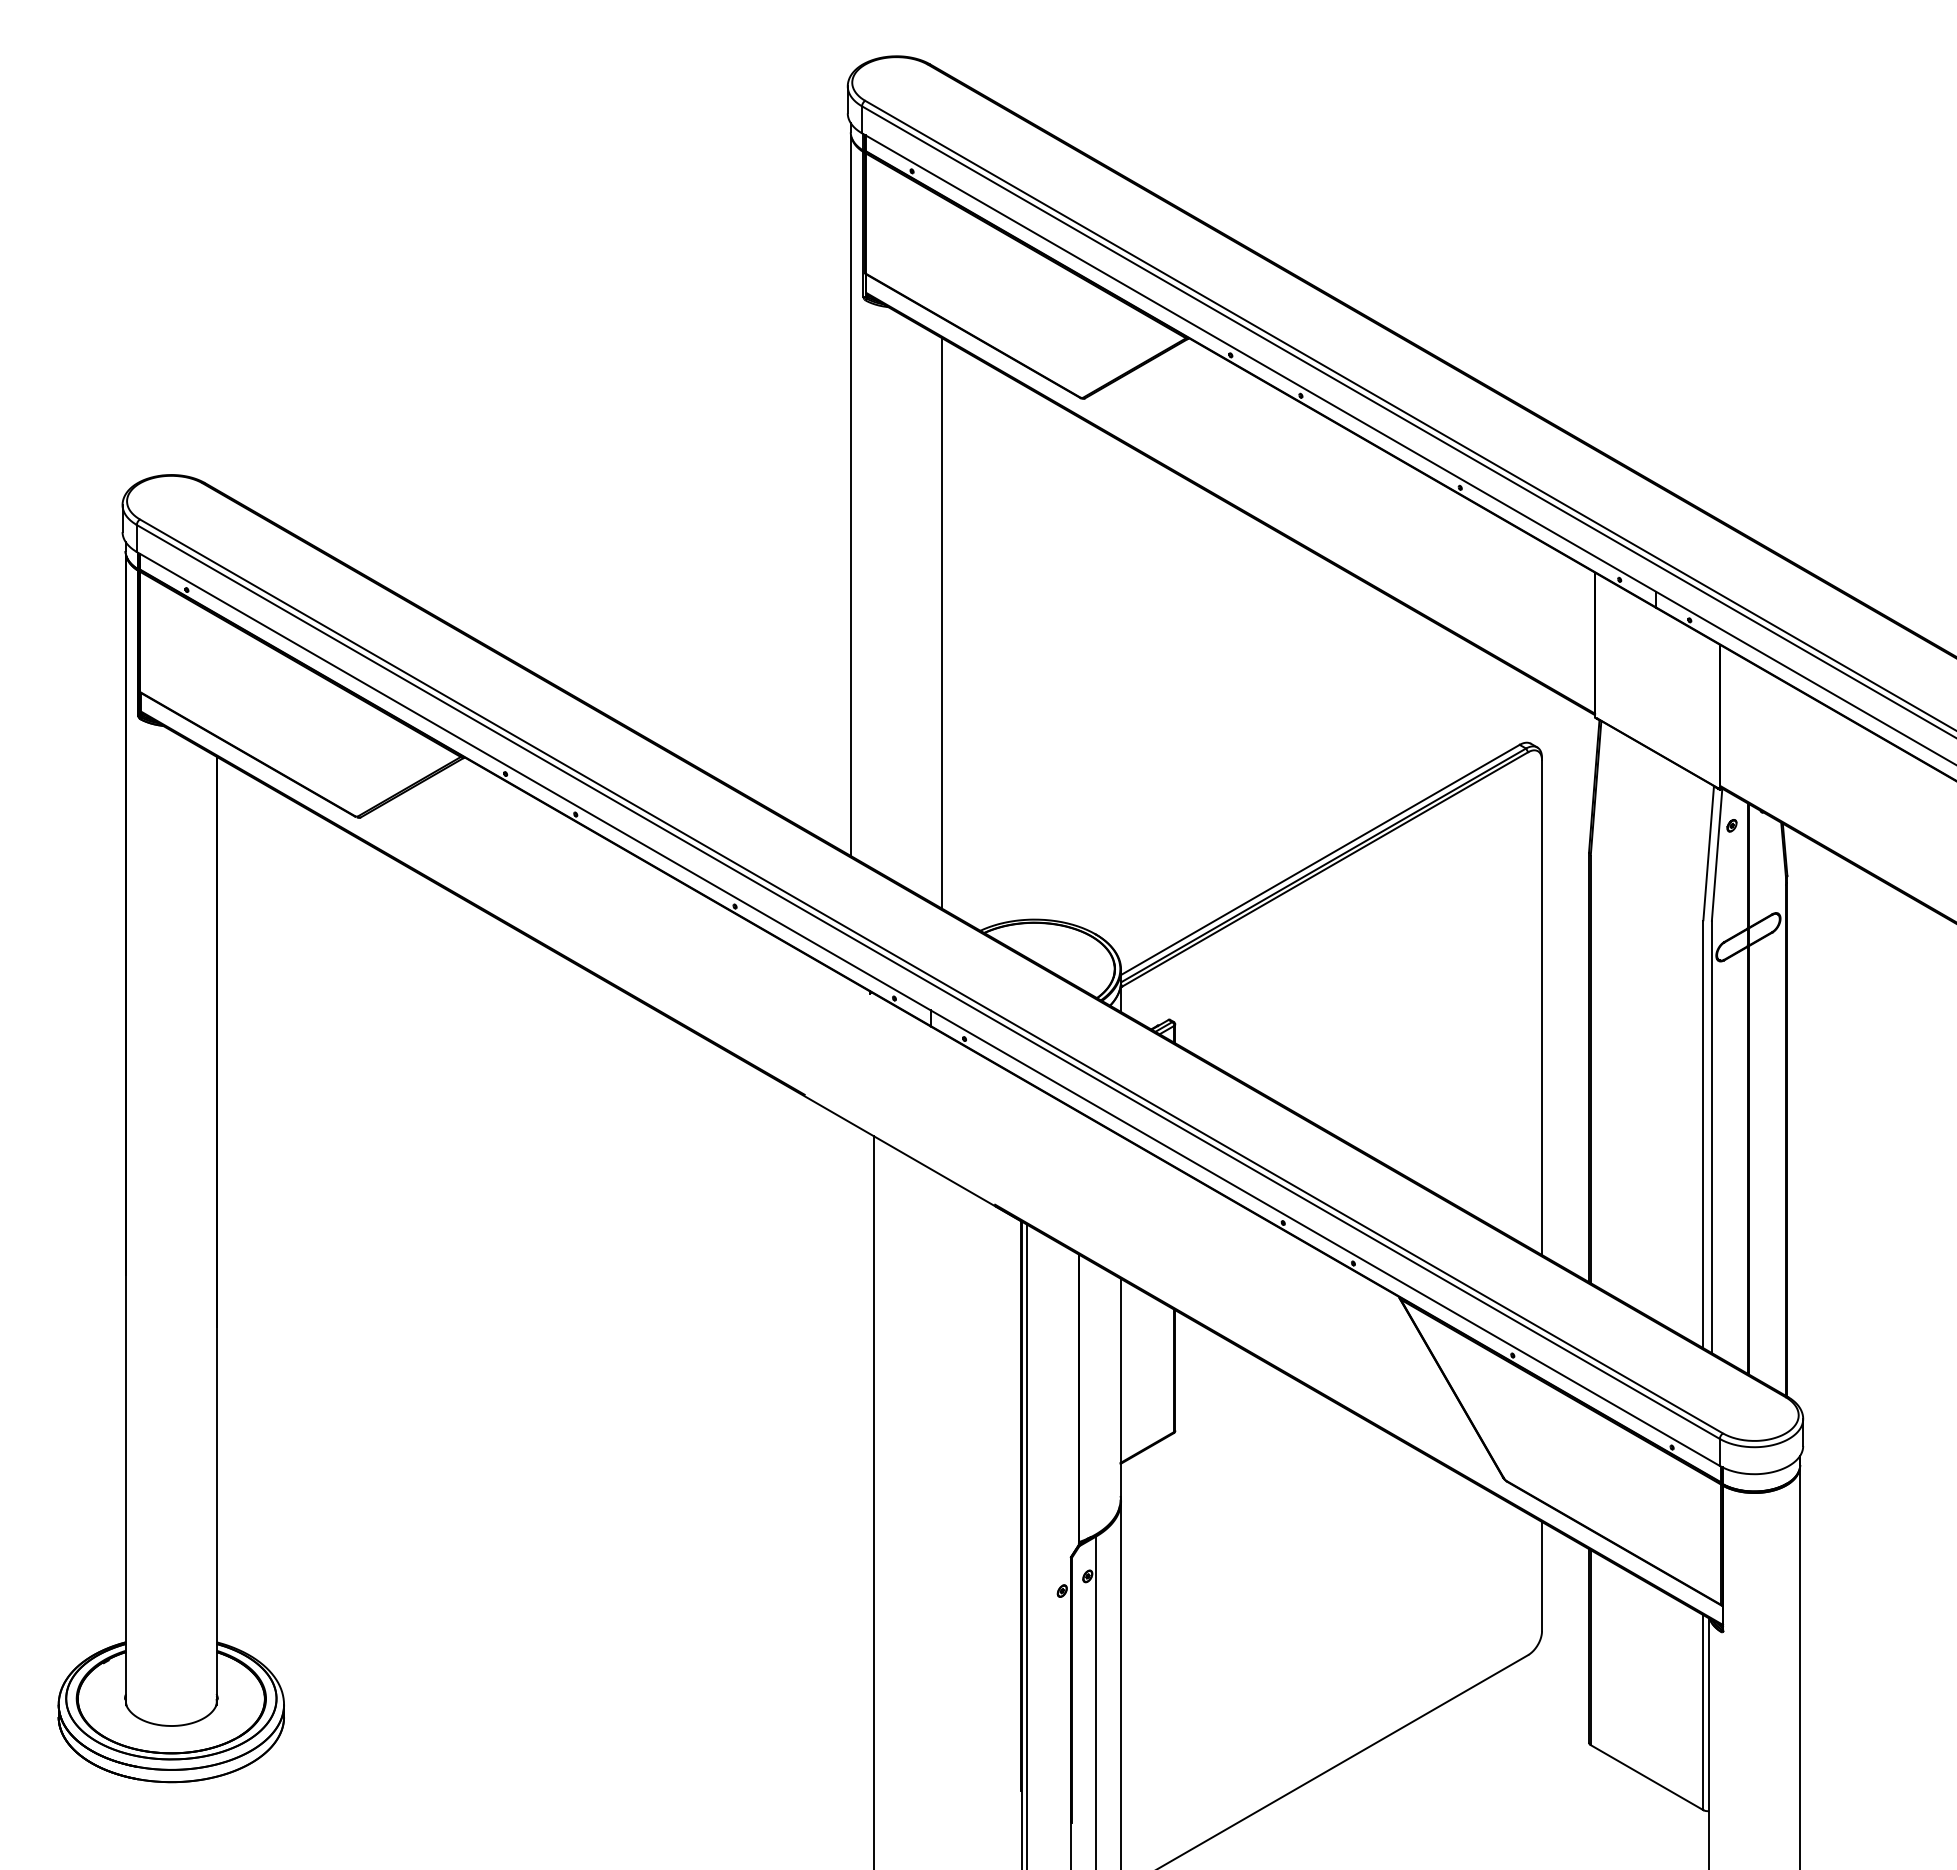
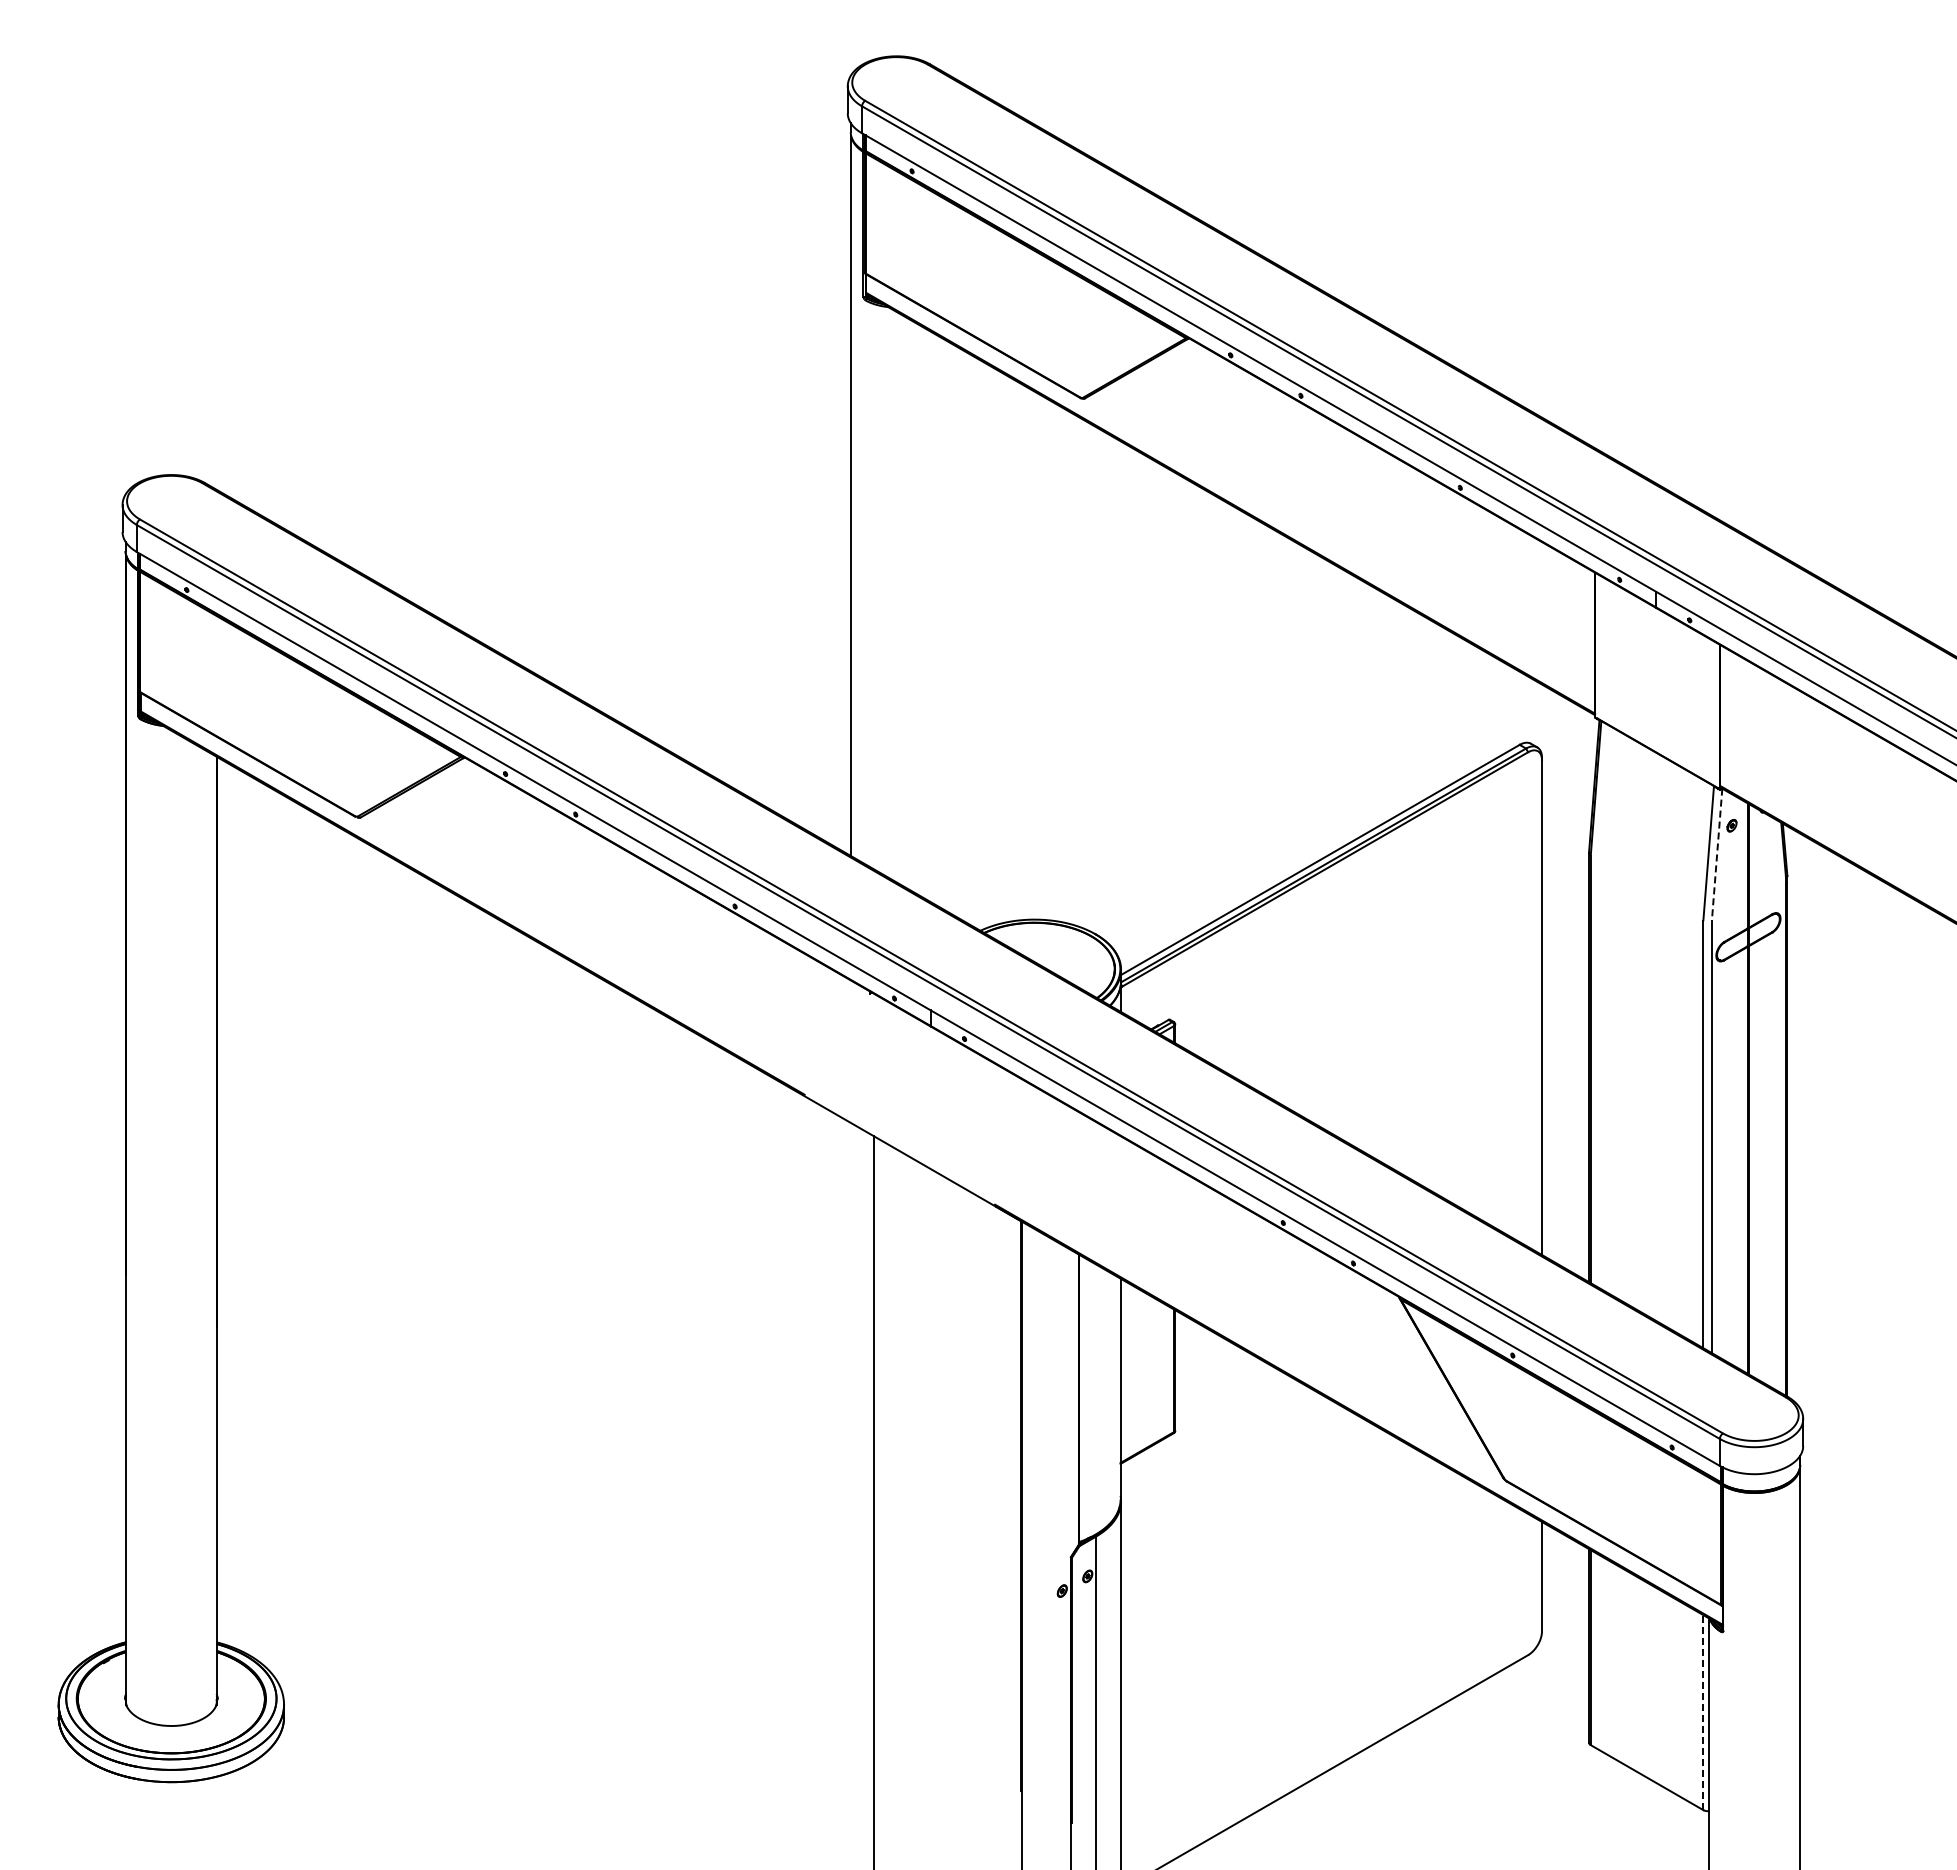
line at (941, 623): present -> none
line at (1717, 855): solid -> dashed
line at (1027, 1545): present -> none
line at (1703, 1712): solid -> dashed
